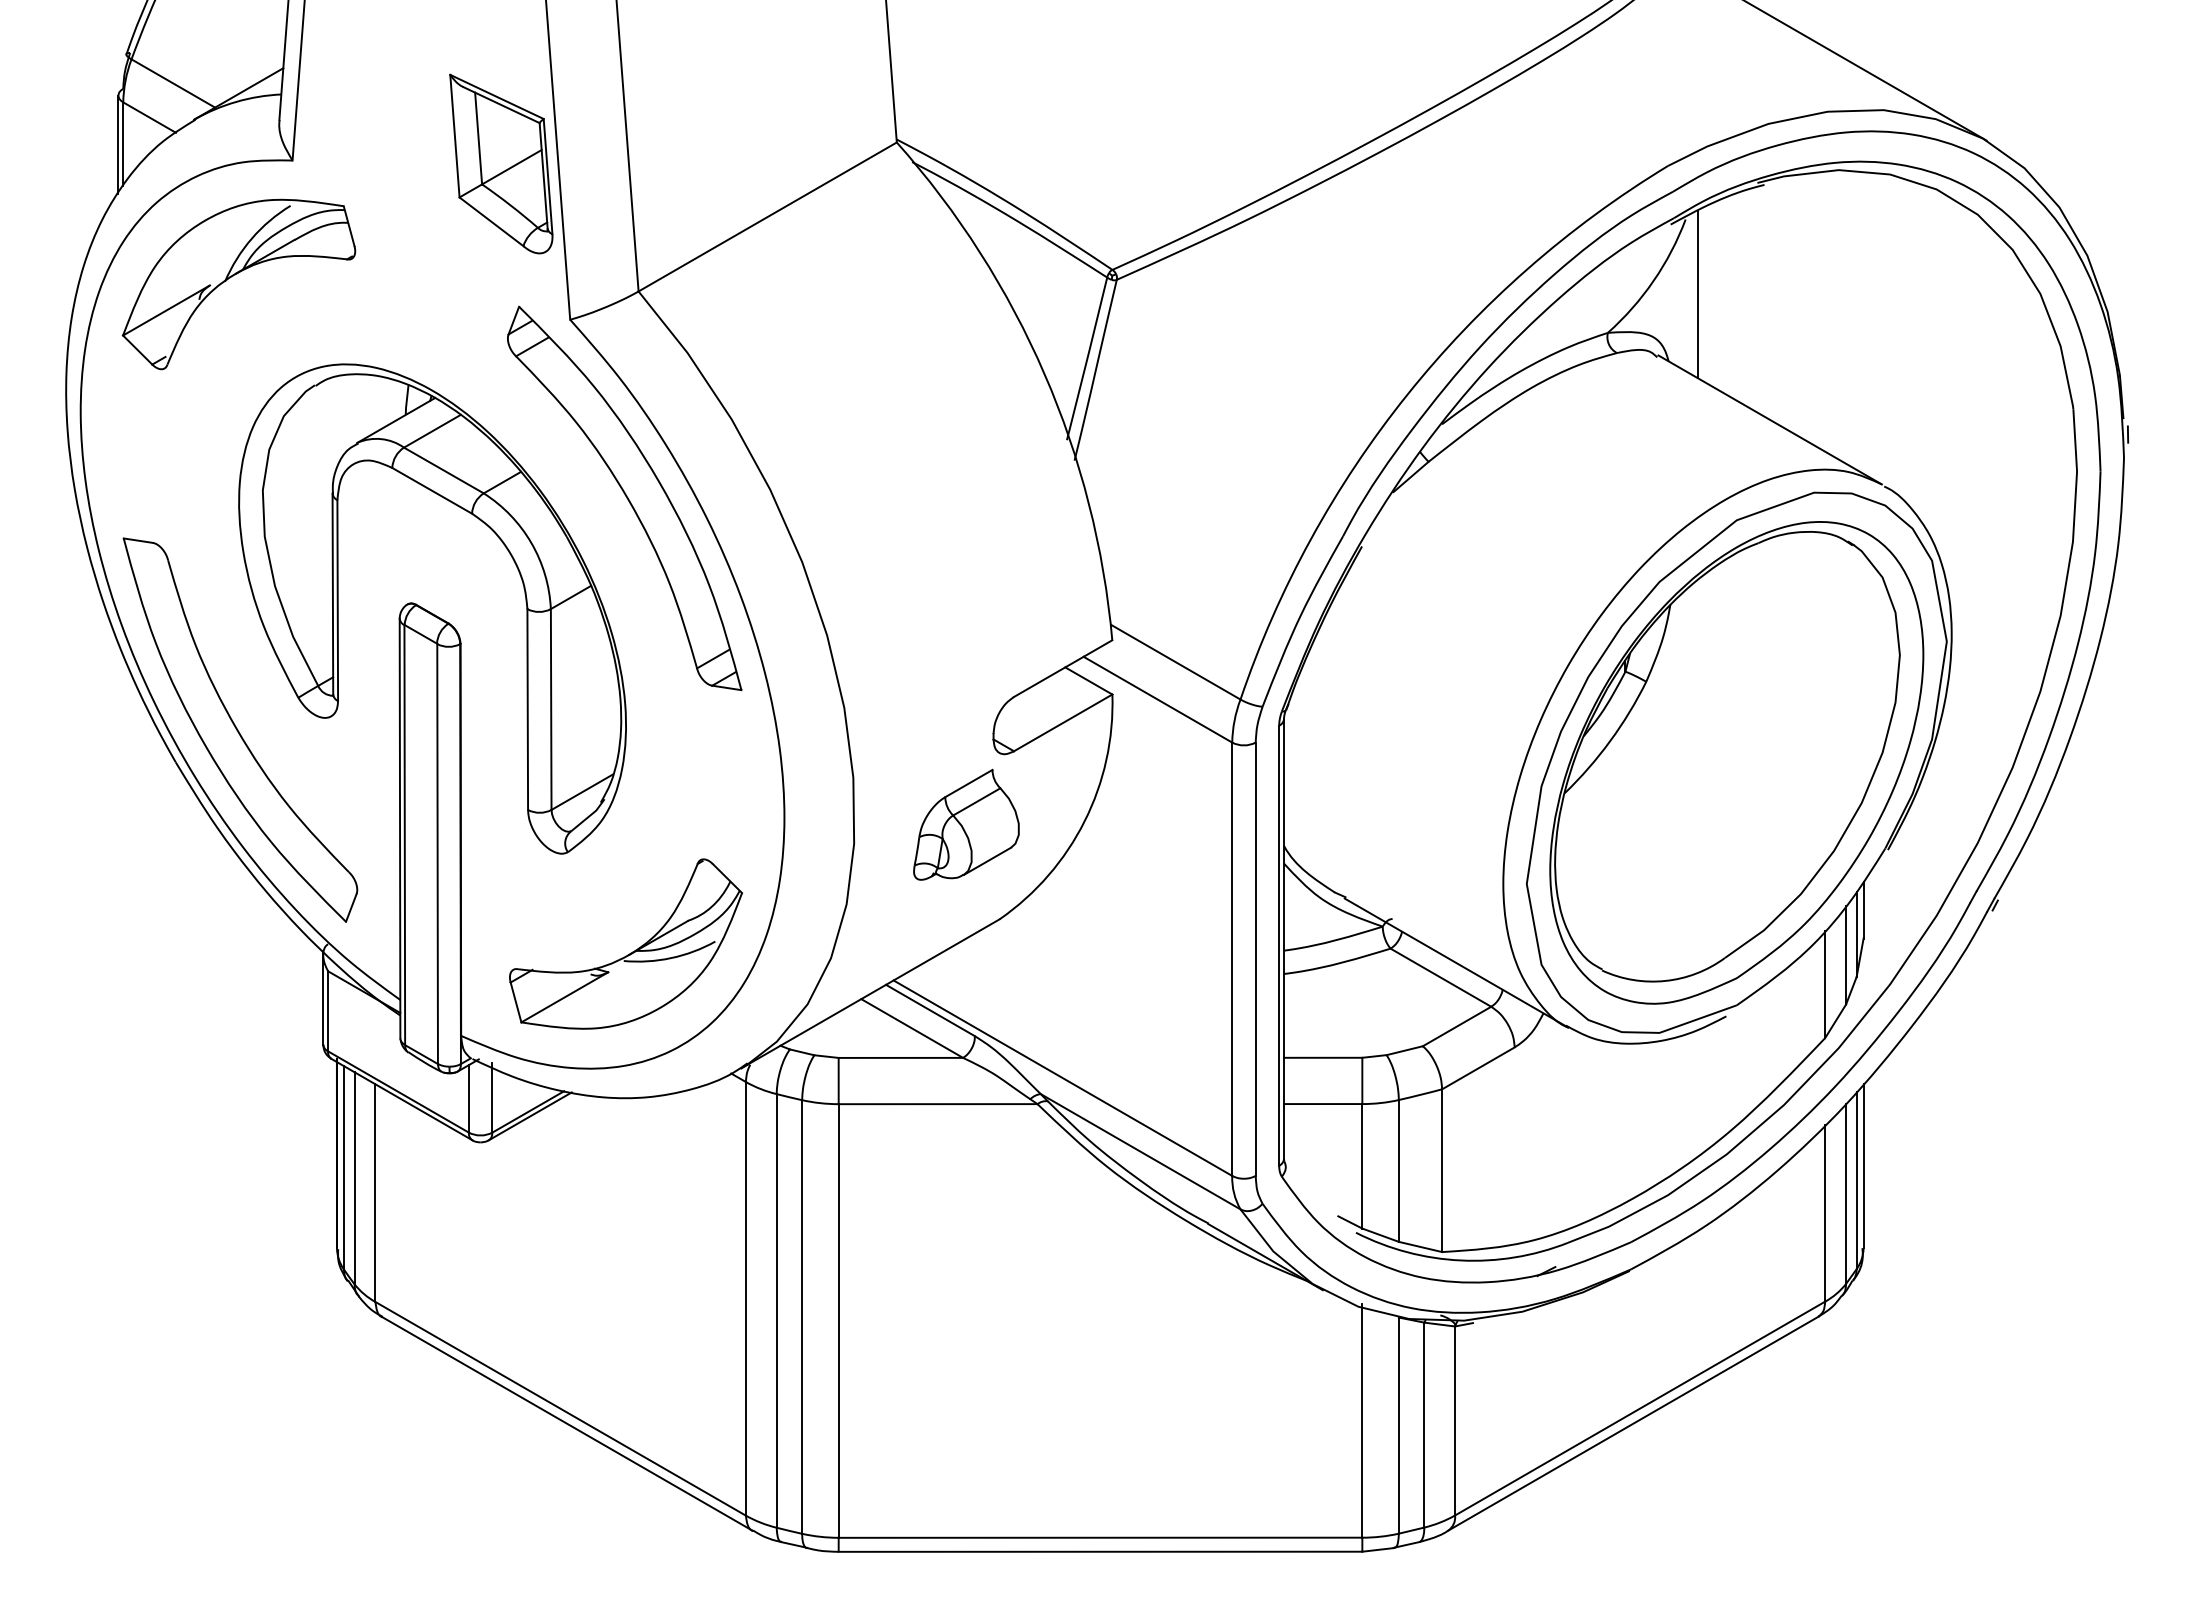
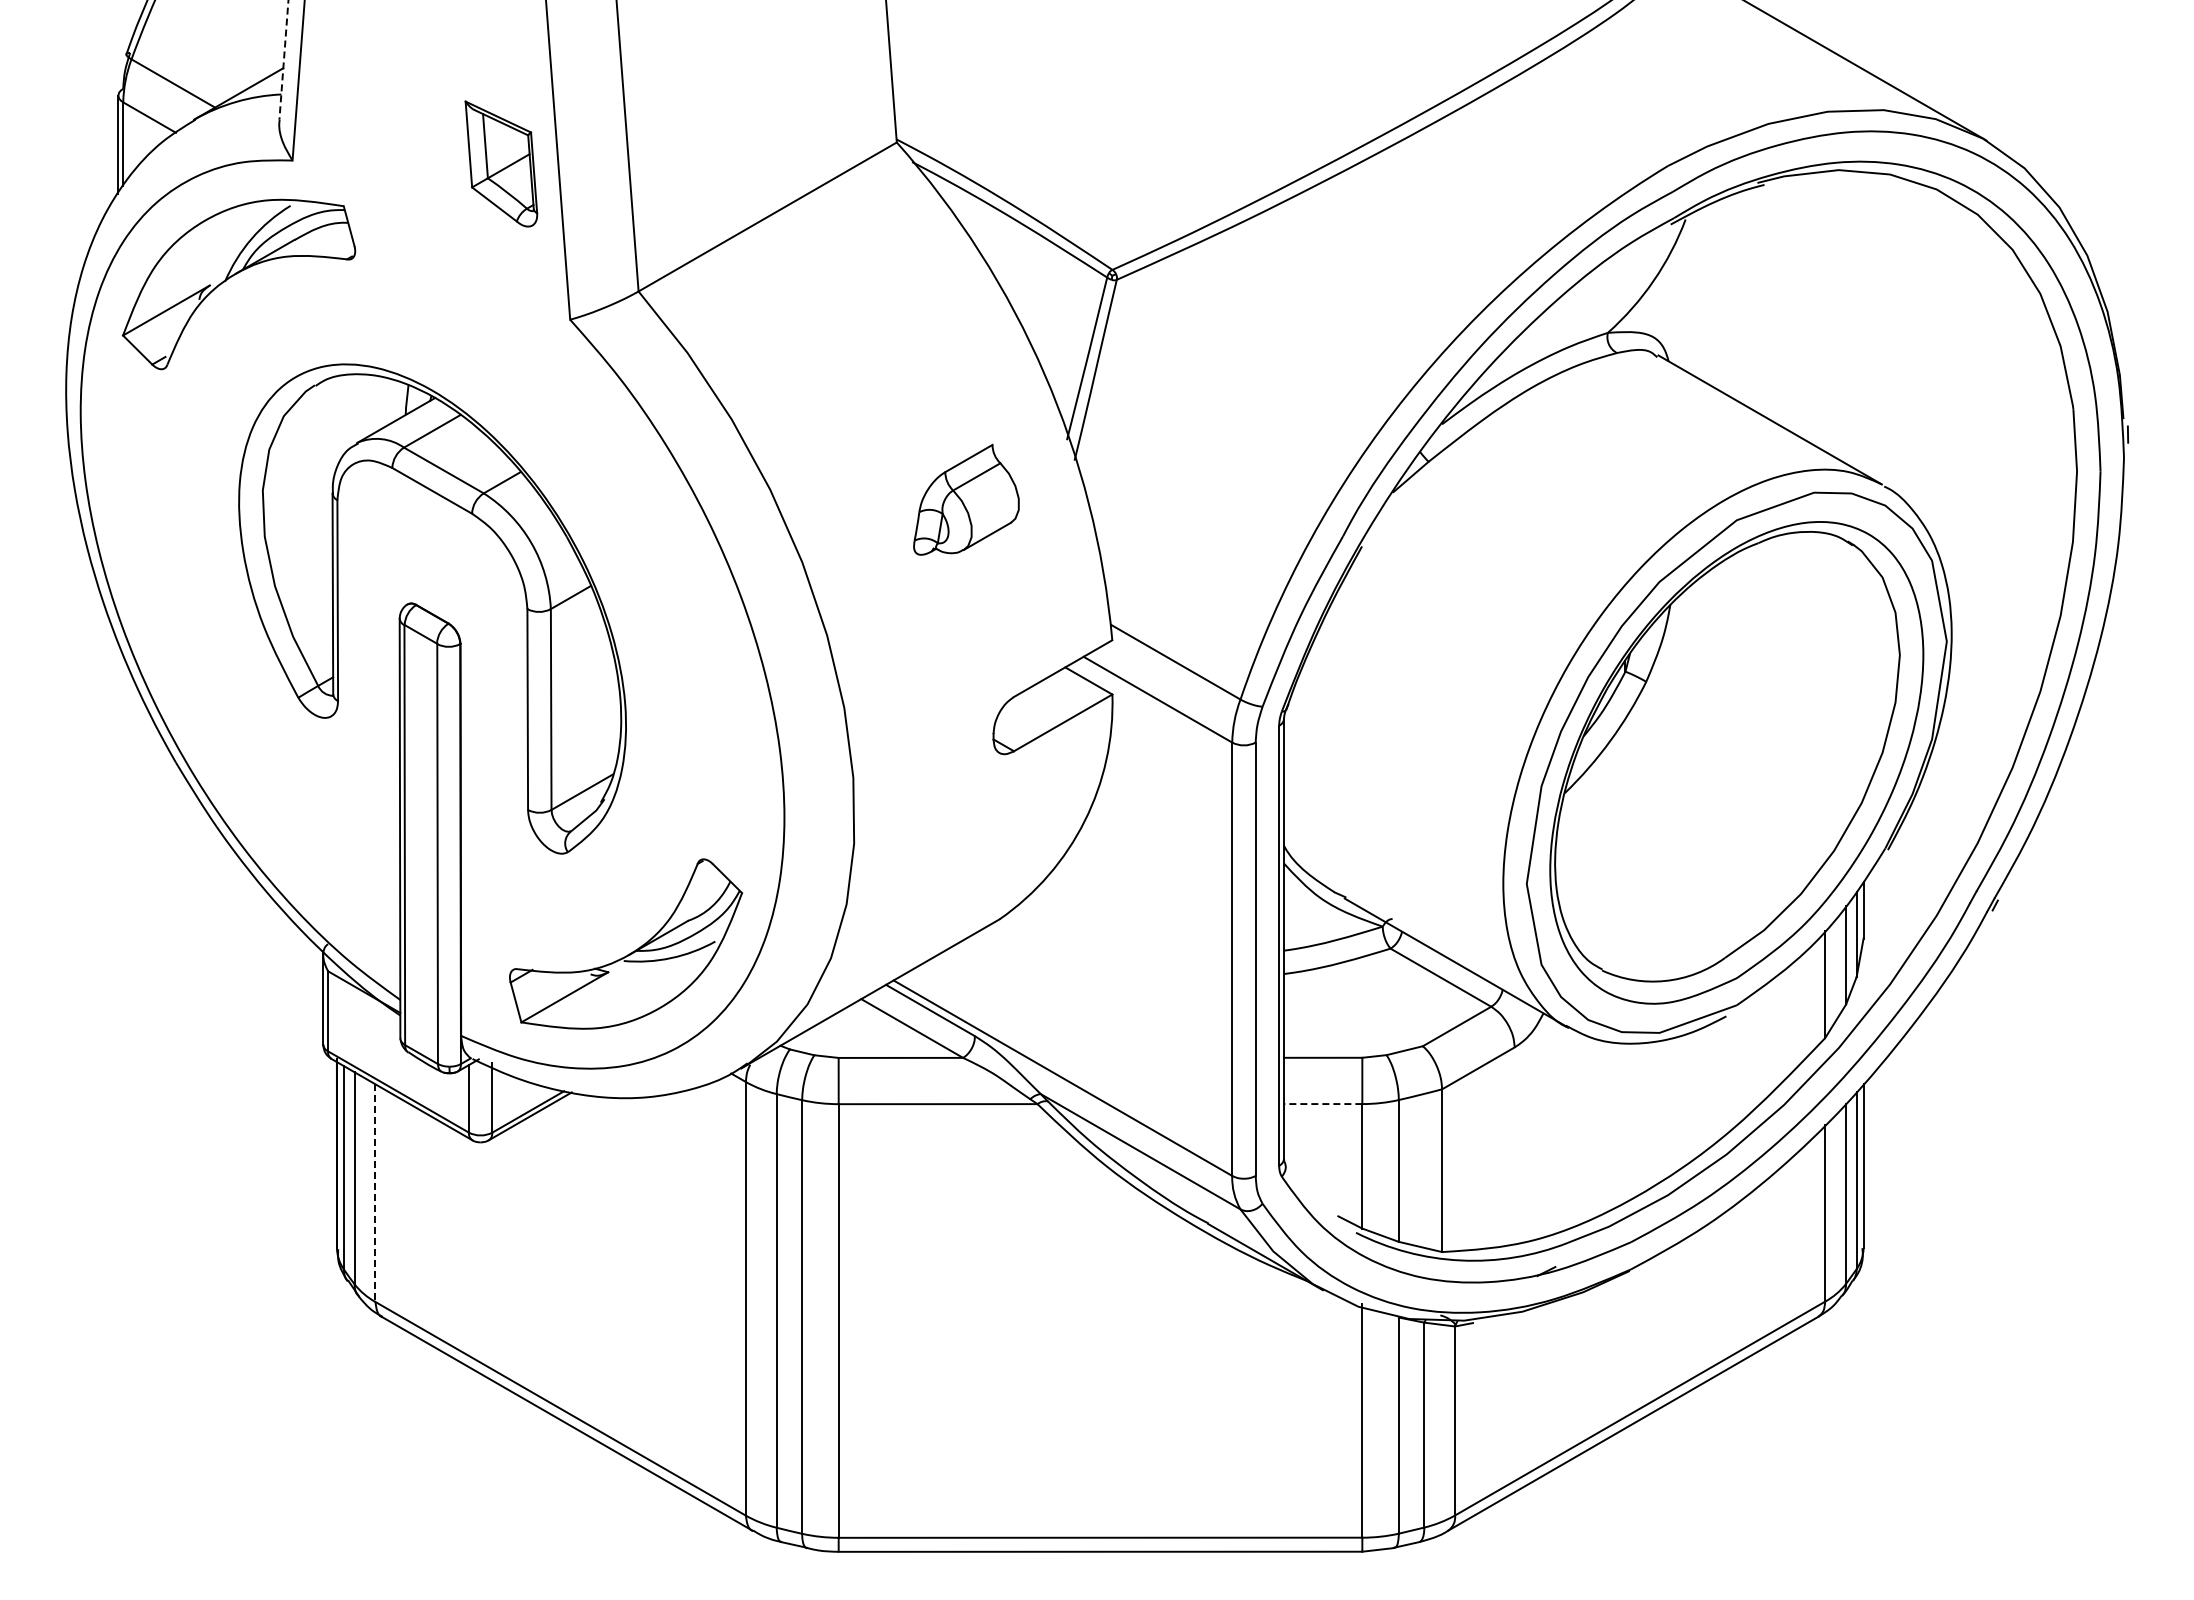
line at (283, 60): solid -> dashed
part at (501, 163) size: 105x182 px -> 75x128 px
line at (1697, 294): present -> none
part at (624, 498): present -> none
part at (240, 729): present -> none
part at (966, 824) position: (966, 824) -> (966, 499)
line at (1322, 1104): solid -> dashed
line at (375, 1193): solid -> dashed
